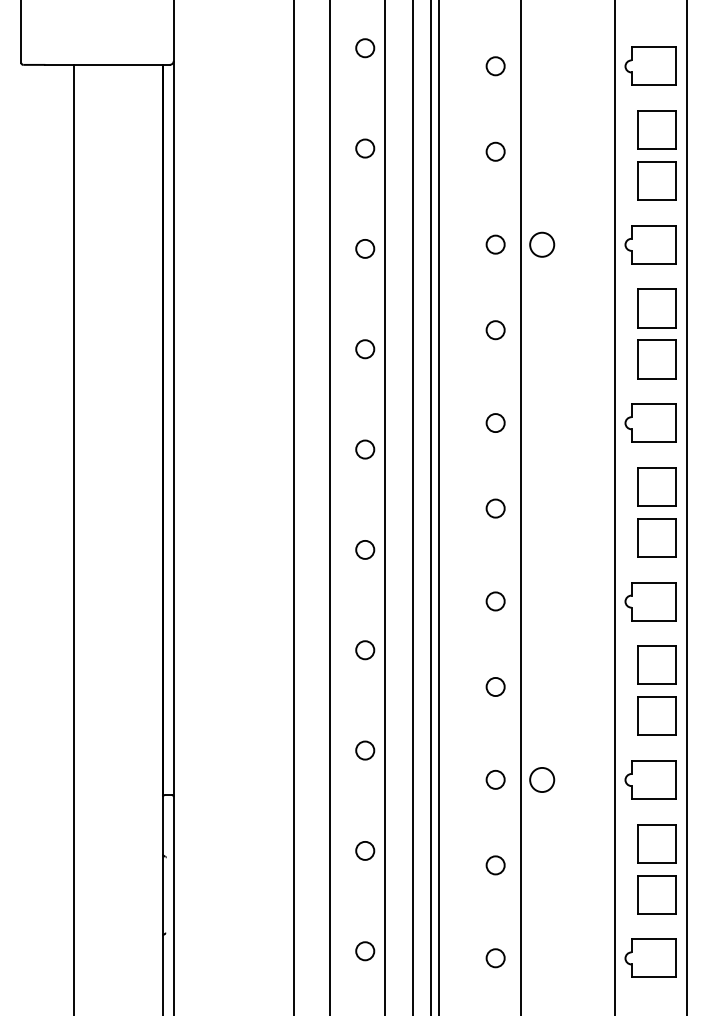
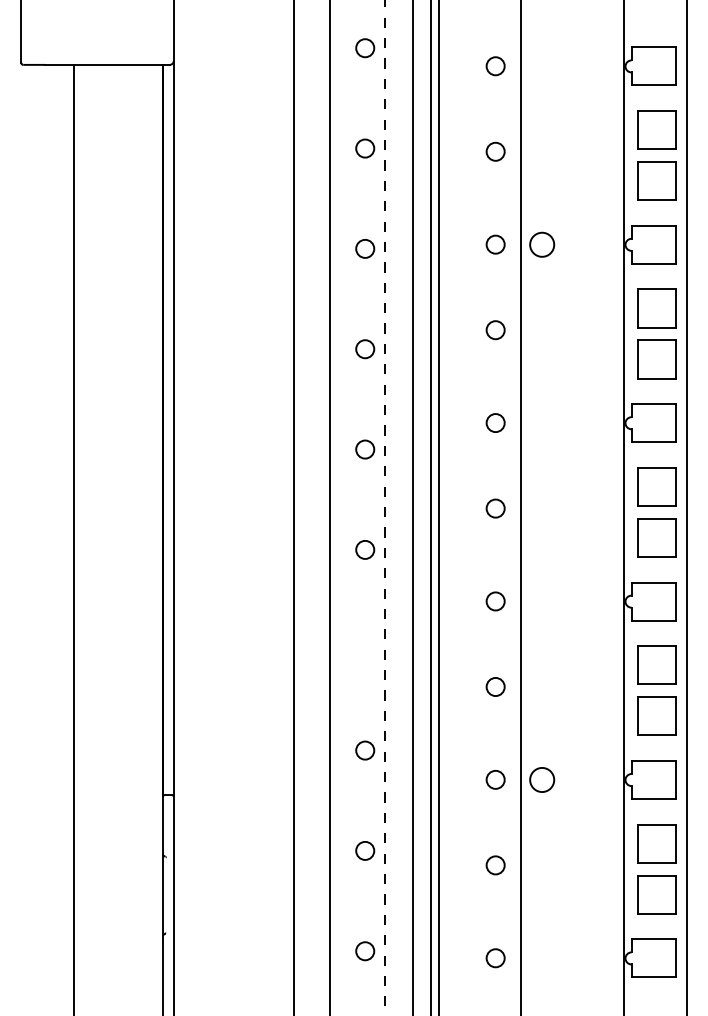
line at (384, 507): solid -> dashed
line at (615, 507) position: (615, 507) -> (624, 507)
circle at (365, 650): present -> none
